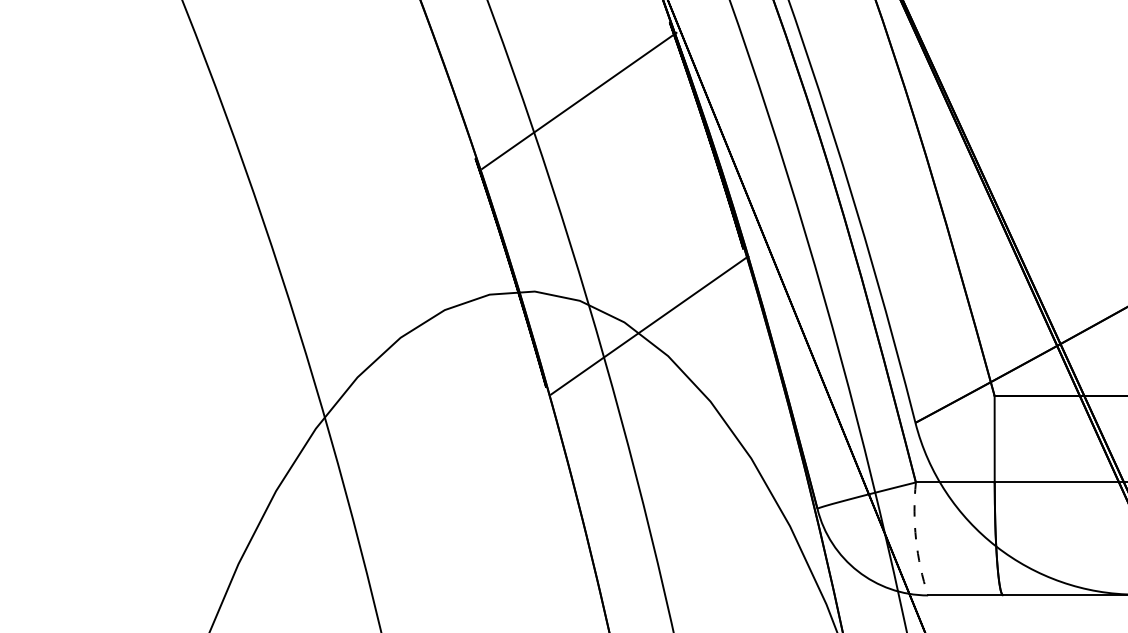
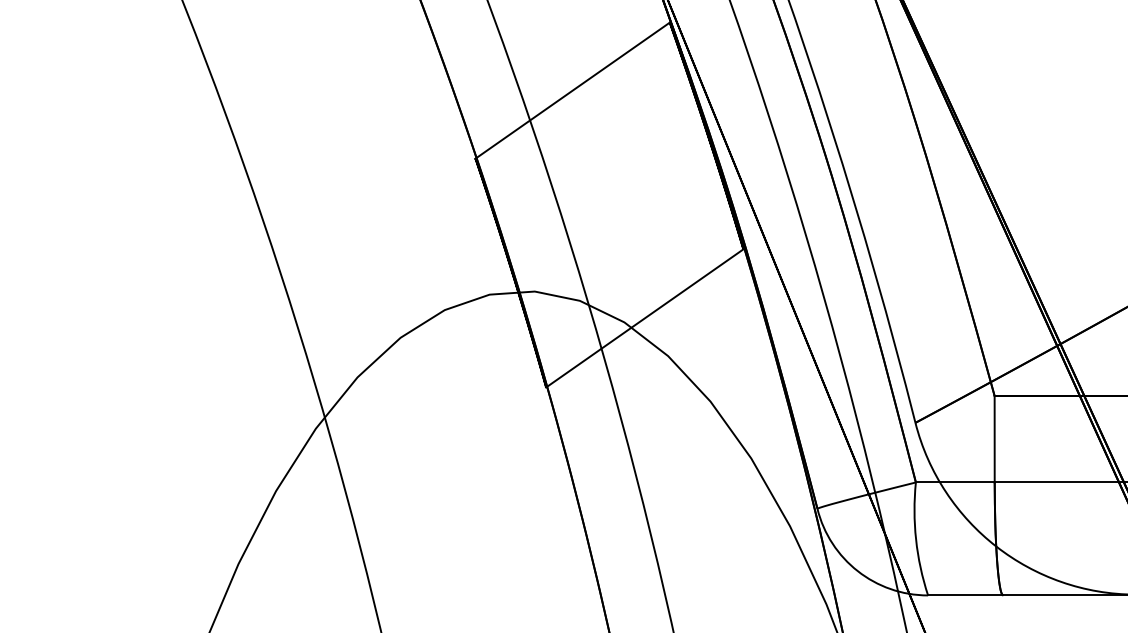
line at (579, 100) position: (579, 100) -> (572, 90)
line at (649, 325) position: (649, 325) -> (644, 318)
arc at (916, 539): dashed -> solid
